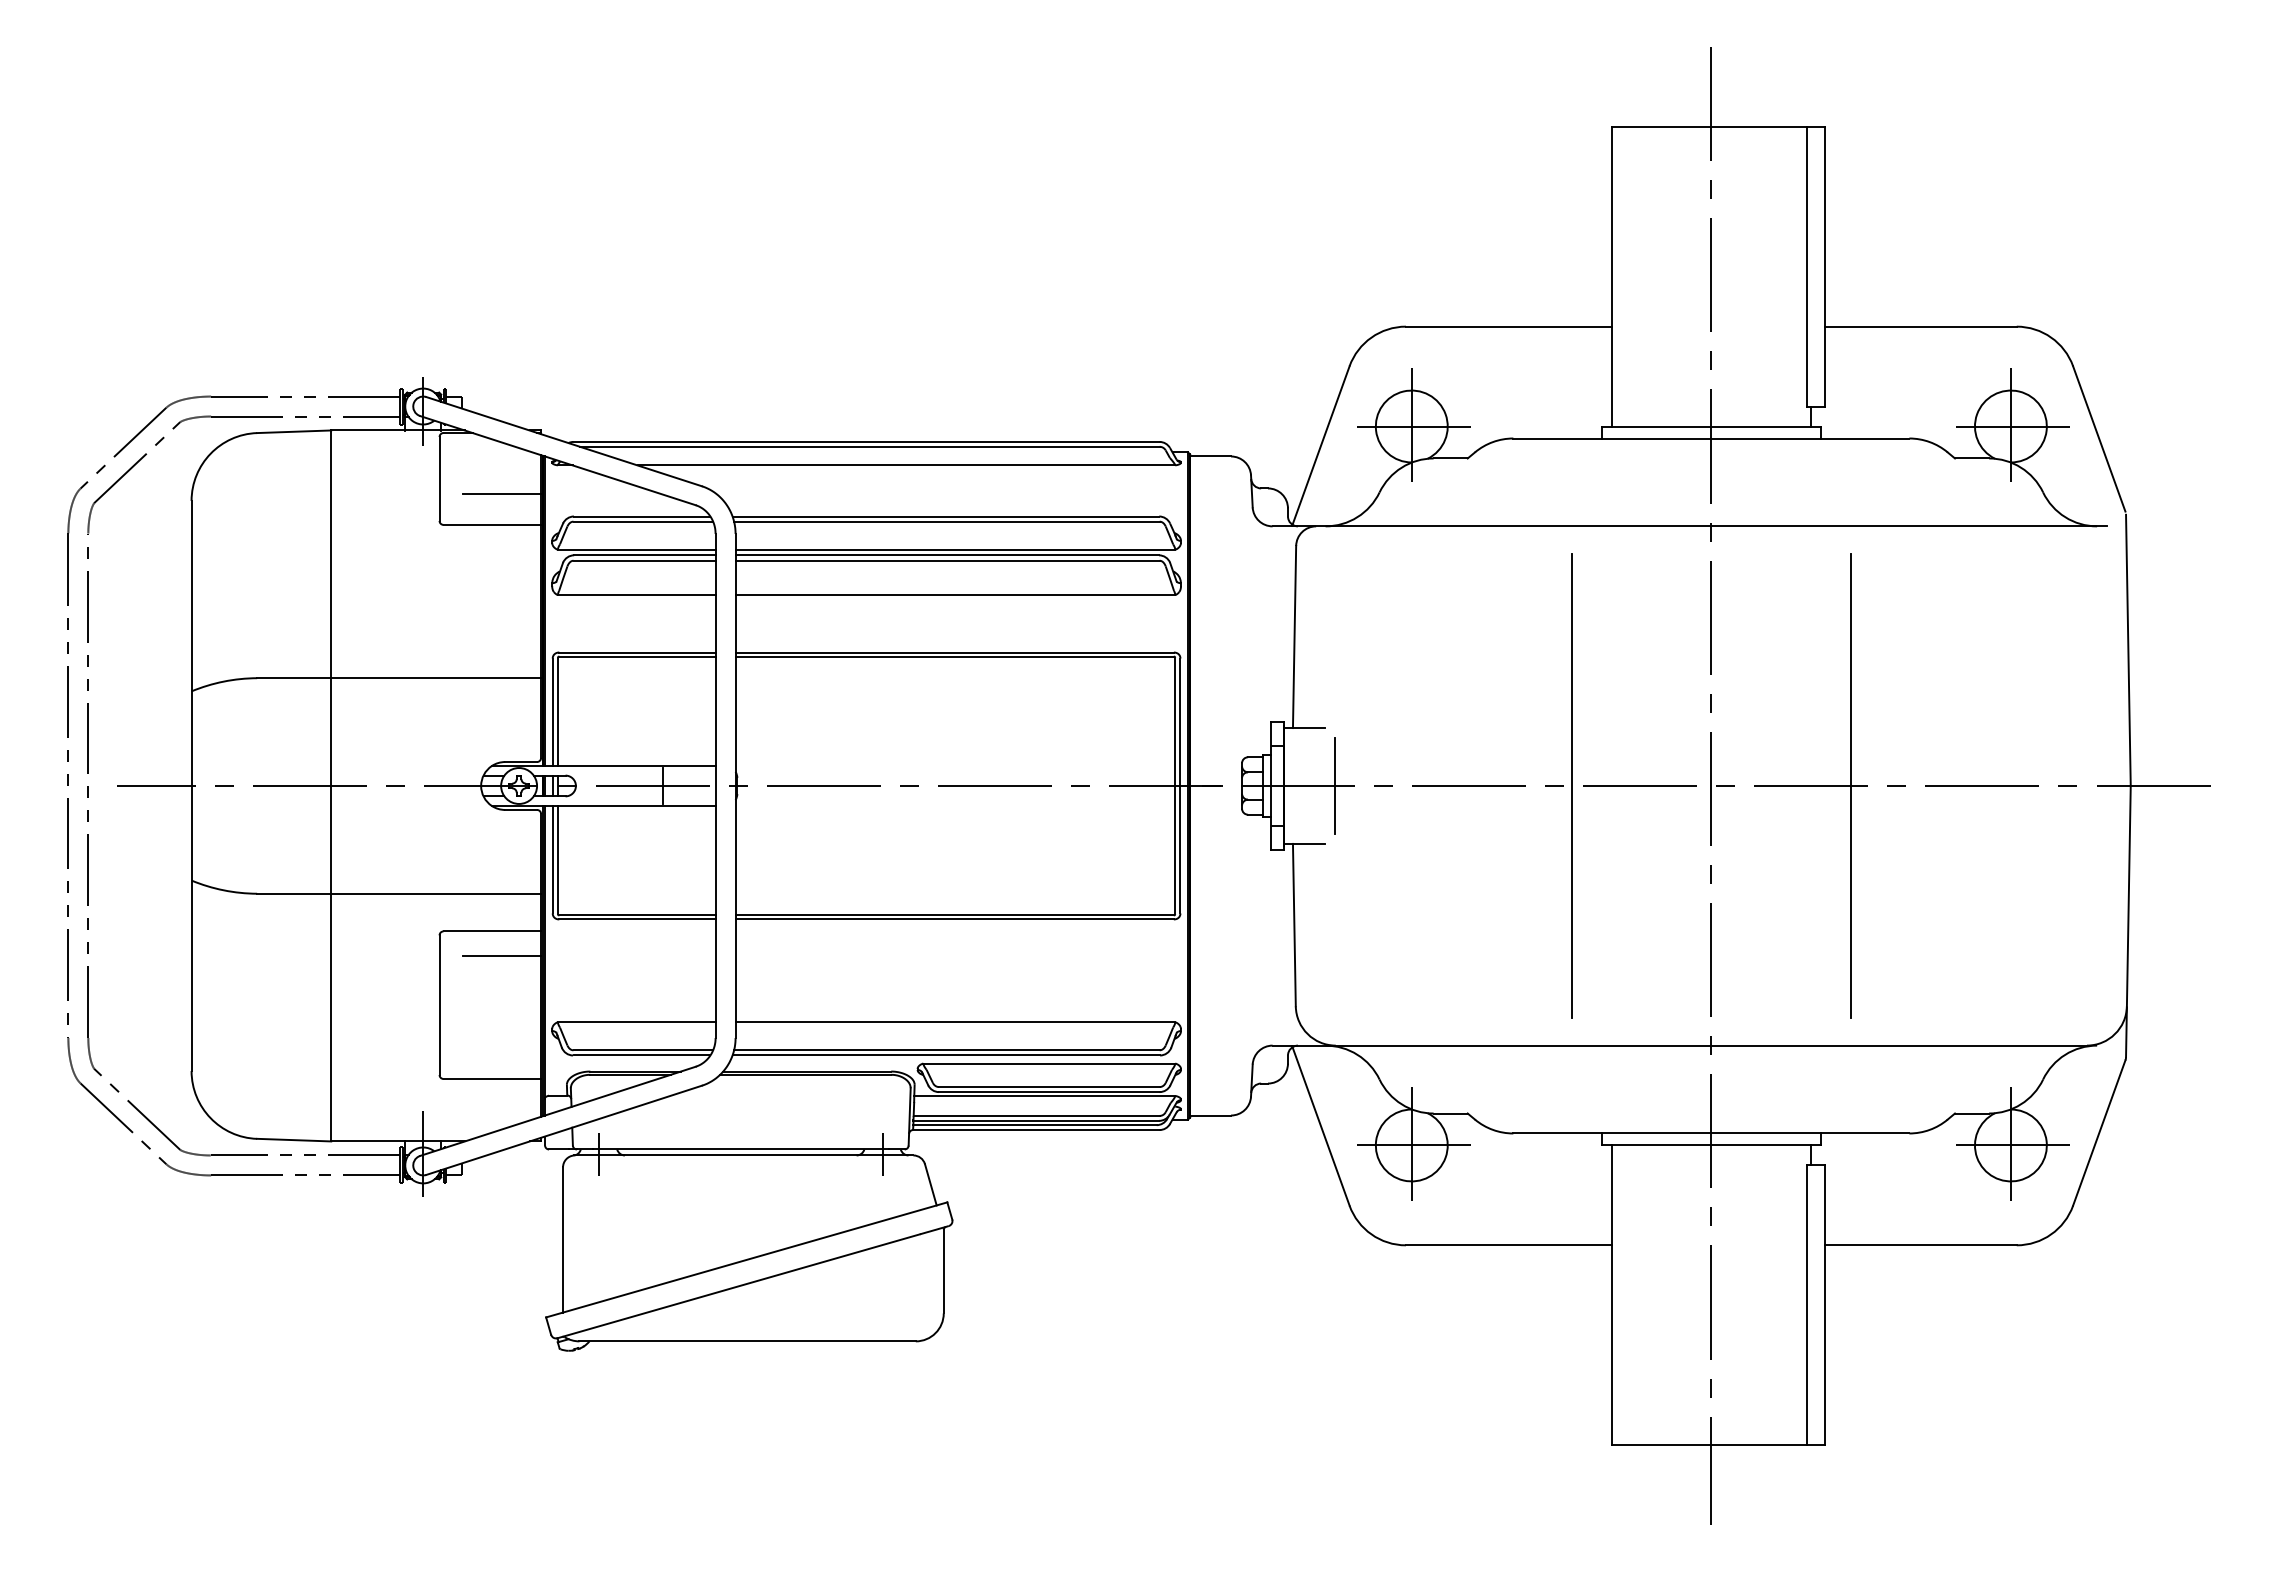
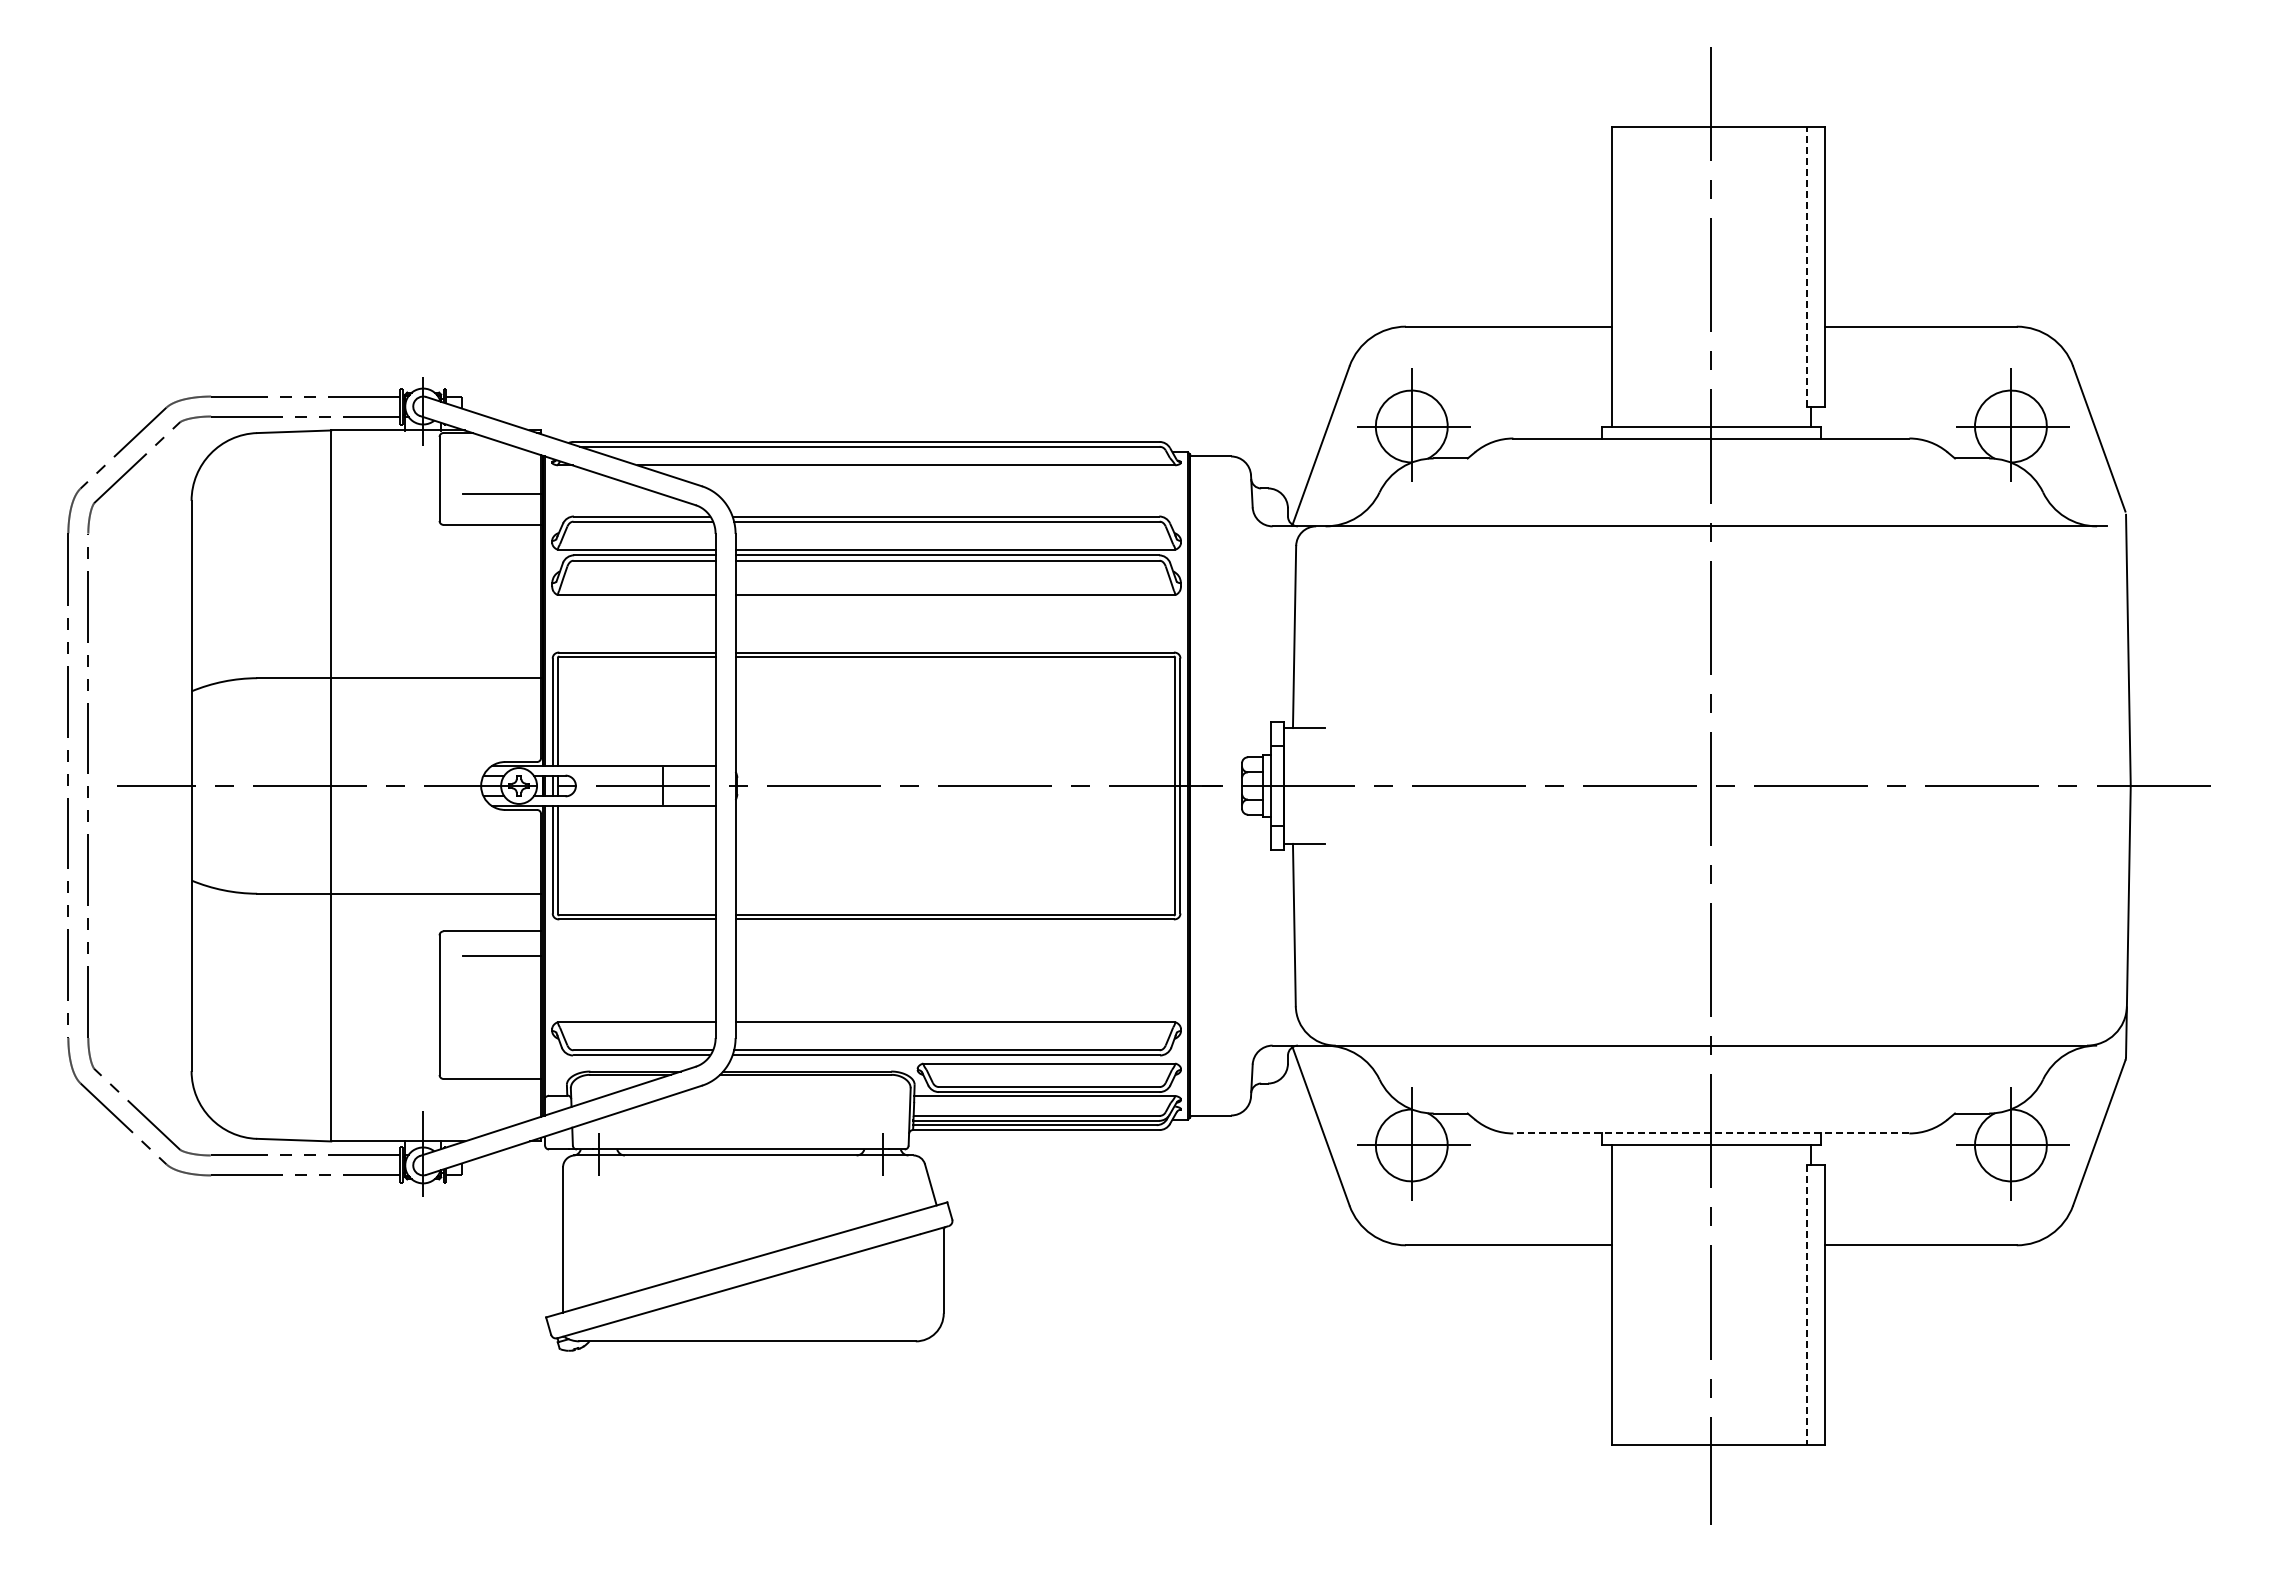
line at (1807, 266): solid -> dashed
line at (1335, 785): present -> none
line at (1571, 785): present -> none
line at (1851, 785): present -> none
line at (1711, 1133): solid -> dashed
line at (1807, 1305): solid -> dashed
